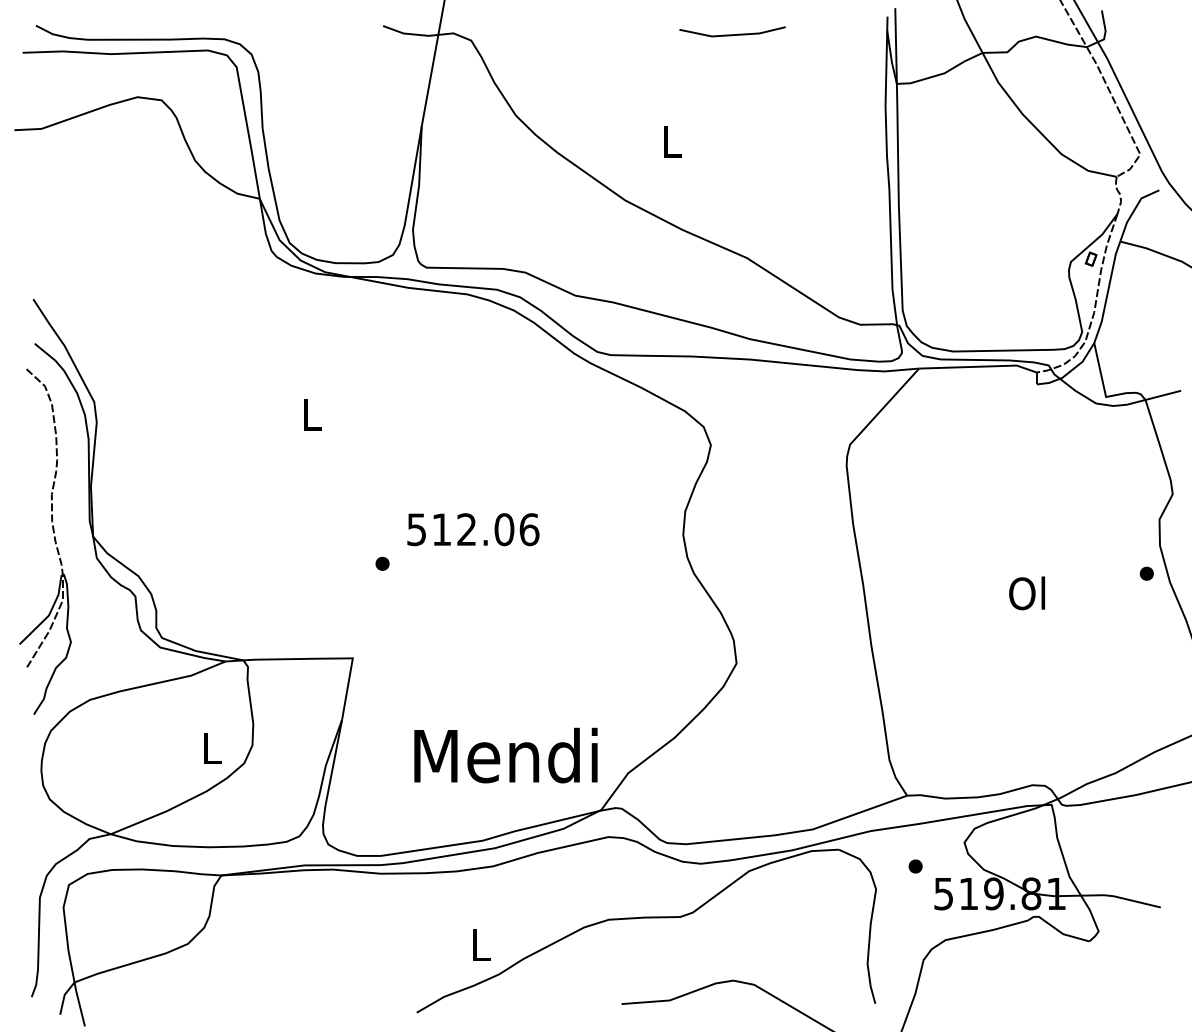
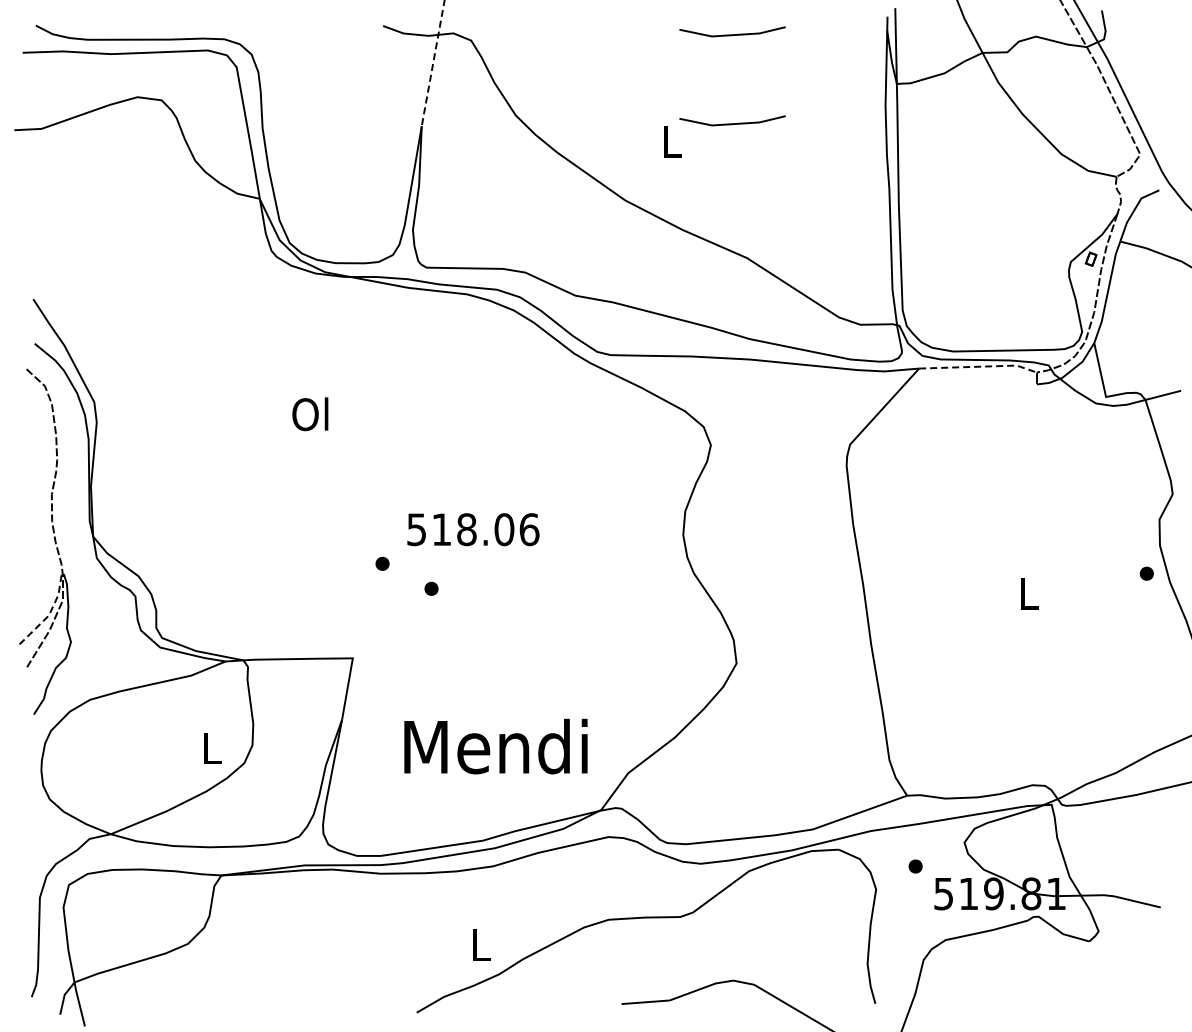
line at (433, 63): solid -> dashed
line at (732, 123): none -> present
line at (979, 366): solid -> dashed
text at (310, 414): L -> Ol
text at (466, 529): 512.06 -> 518.06
part at (431, 588): none -> present
text at (1027, 593): Ol -> L
line at (49, 614): solid -> dashed
text at (505, 755) position: (505, 755) -> (495, 746)
